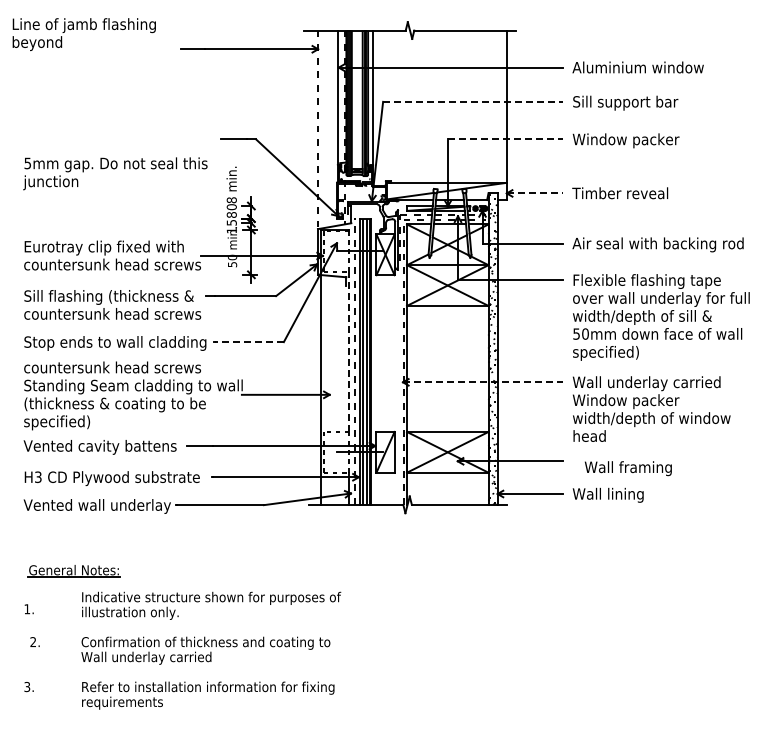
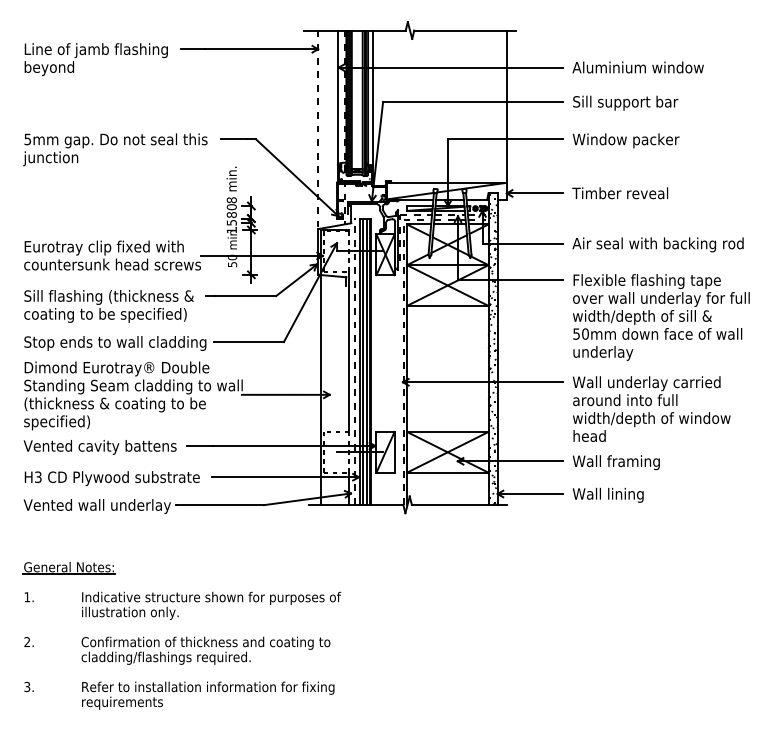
text at (83, 34) position: (83, 34) -> (95, 59)
line at (473, 101): dashed -> solid
line at (506, 139): dashed -> solid
text at (115, 173) position: (115, 173) -> (115, 149)
line at (535, 193): dashed -> solid
text at (120, 315): countersunk head screws -> coating to be specified)
line at (249, 342): dashed -> solid
line at (349, 351): dashed -> solid
text at (605, 353): specified) -> underlay
text at (116, 368): countersunk head screws -> Dimond Eurotray® Double
line at (483, 382): dashed -> solid
text at (625, 401): Window packer -> around into full
text at (627, 468) position: (627, 468) -> (615, 462)
part at (73, 571) position: (73, 571) -> (68, 568)
text at (28, 609) position: (28, 609) -> (28, 597)
text at (34, 641) position: (34, 641) -> (28, 641)
text at (165, 657): Wall underlay carried -> cladding/flashings required.
